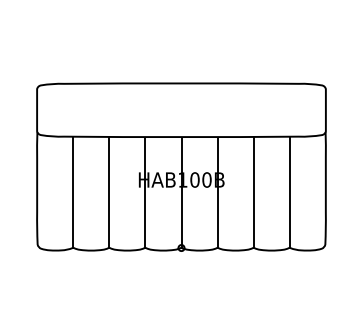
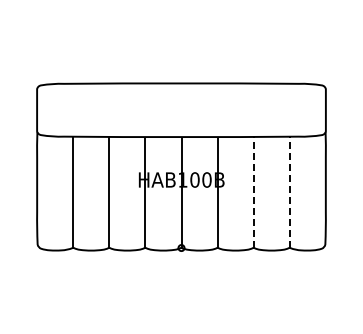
line at (253, 191): solid -> dashed
line at (289, 191): solid -> dashed
